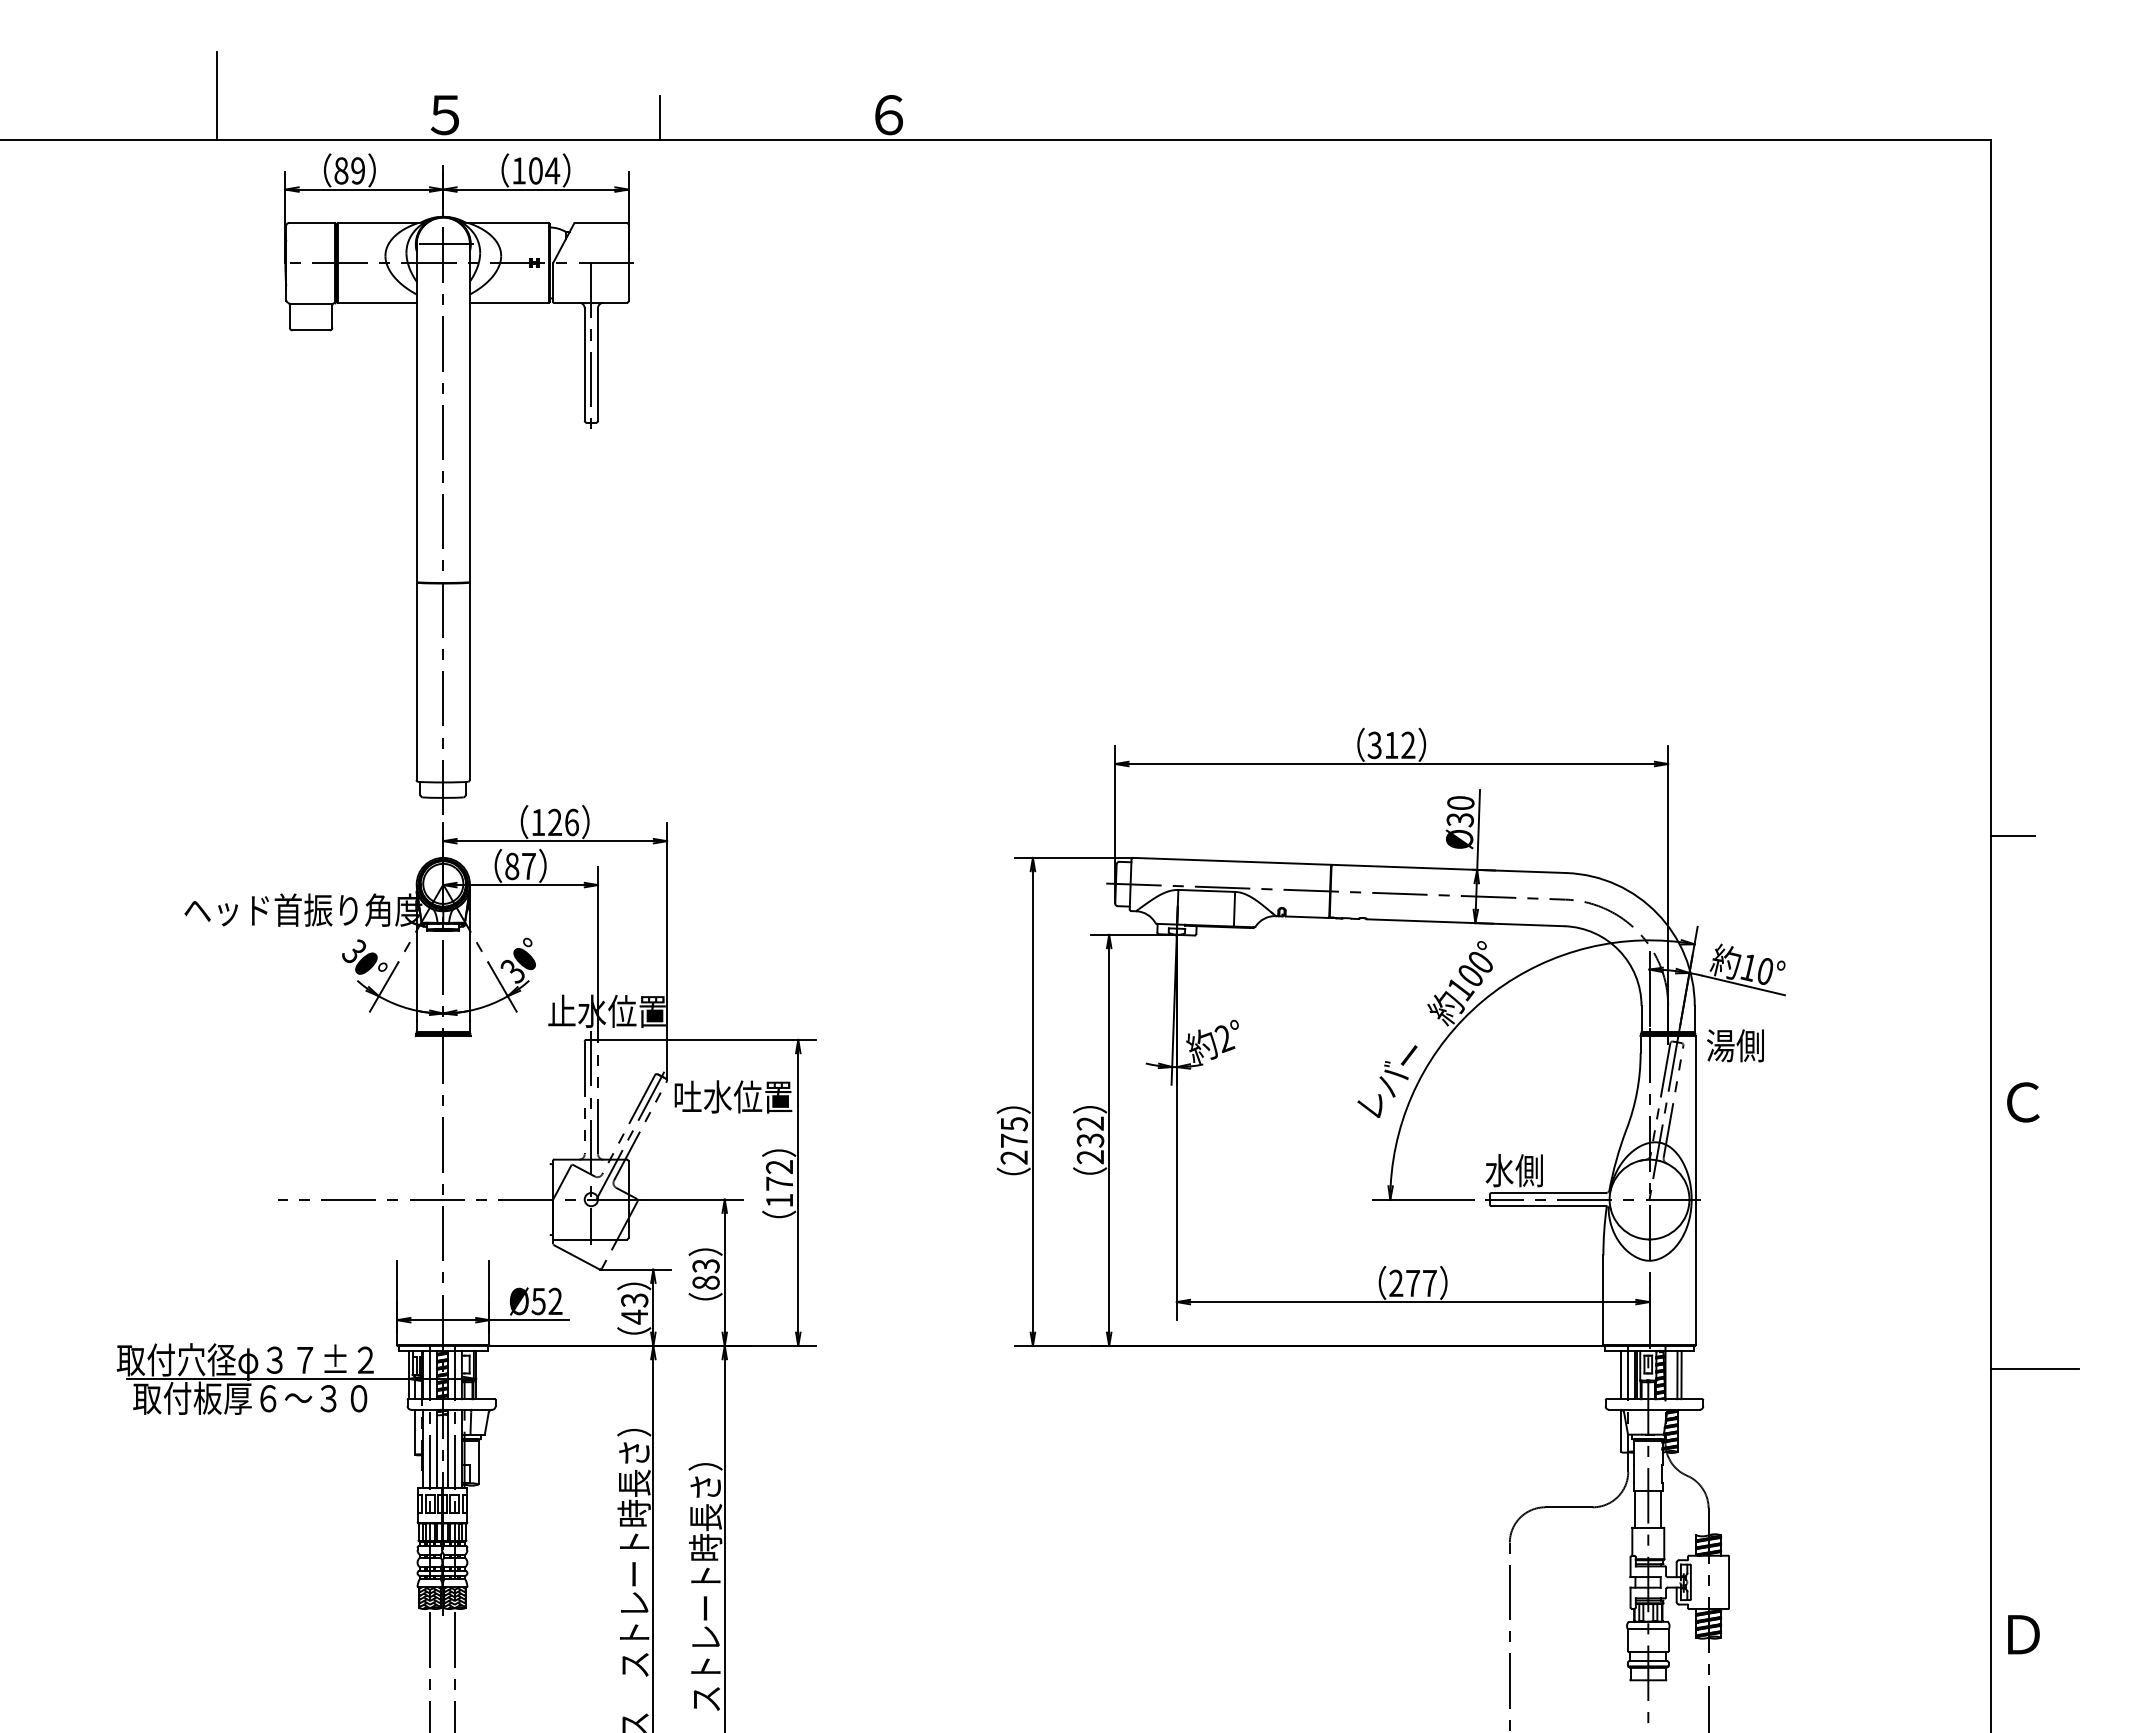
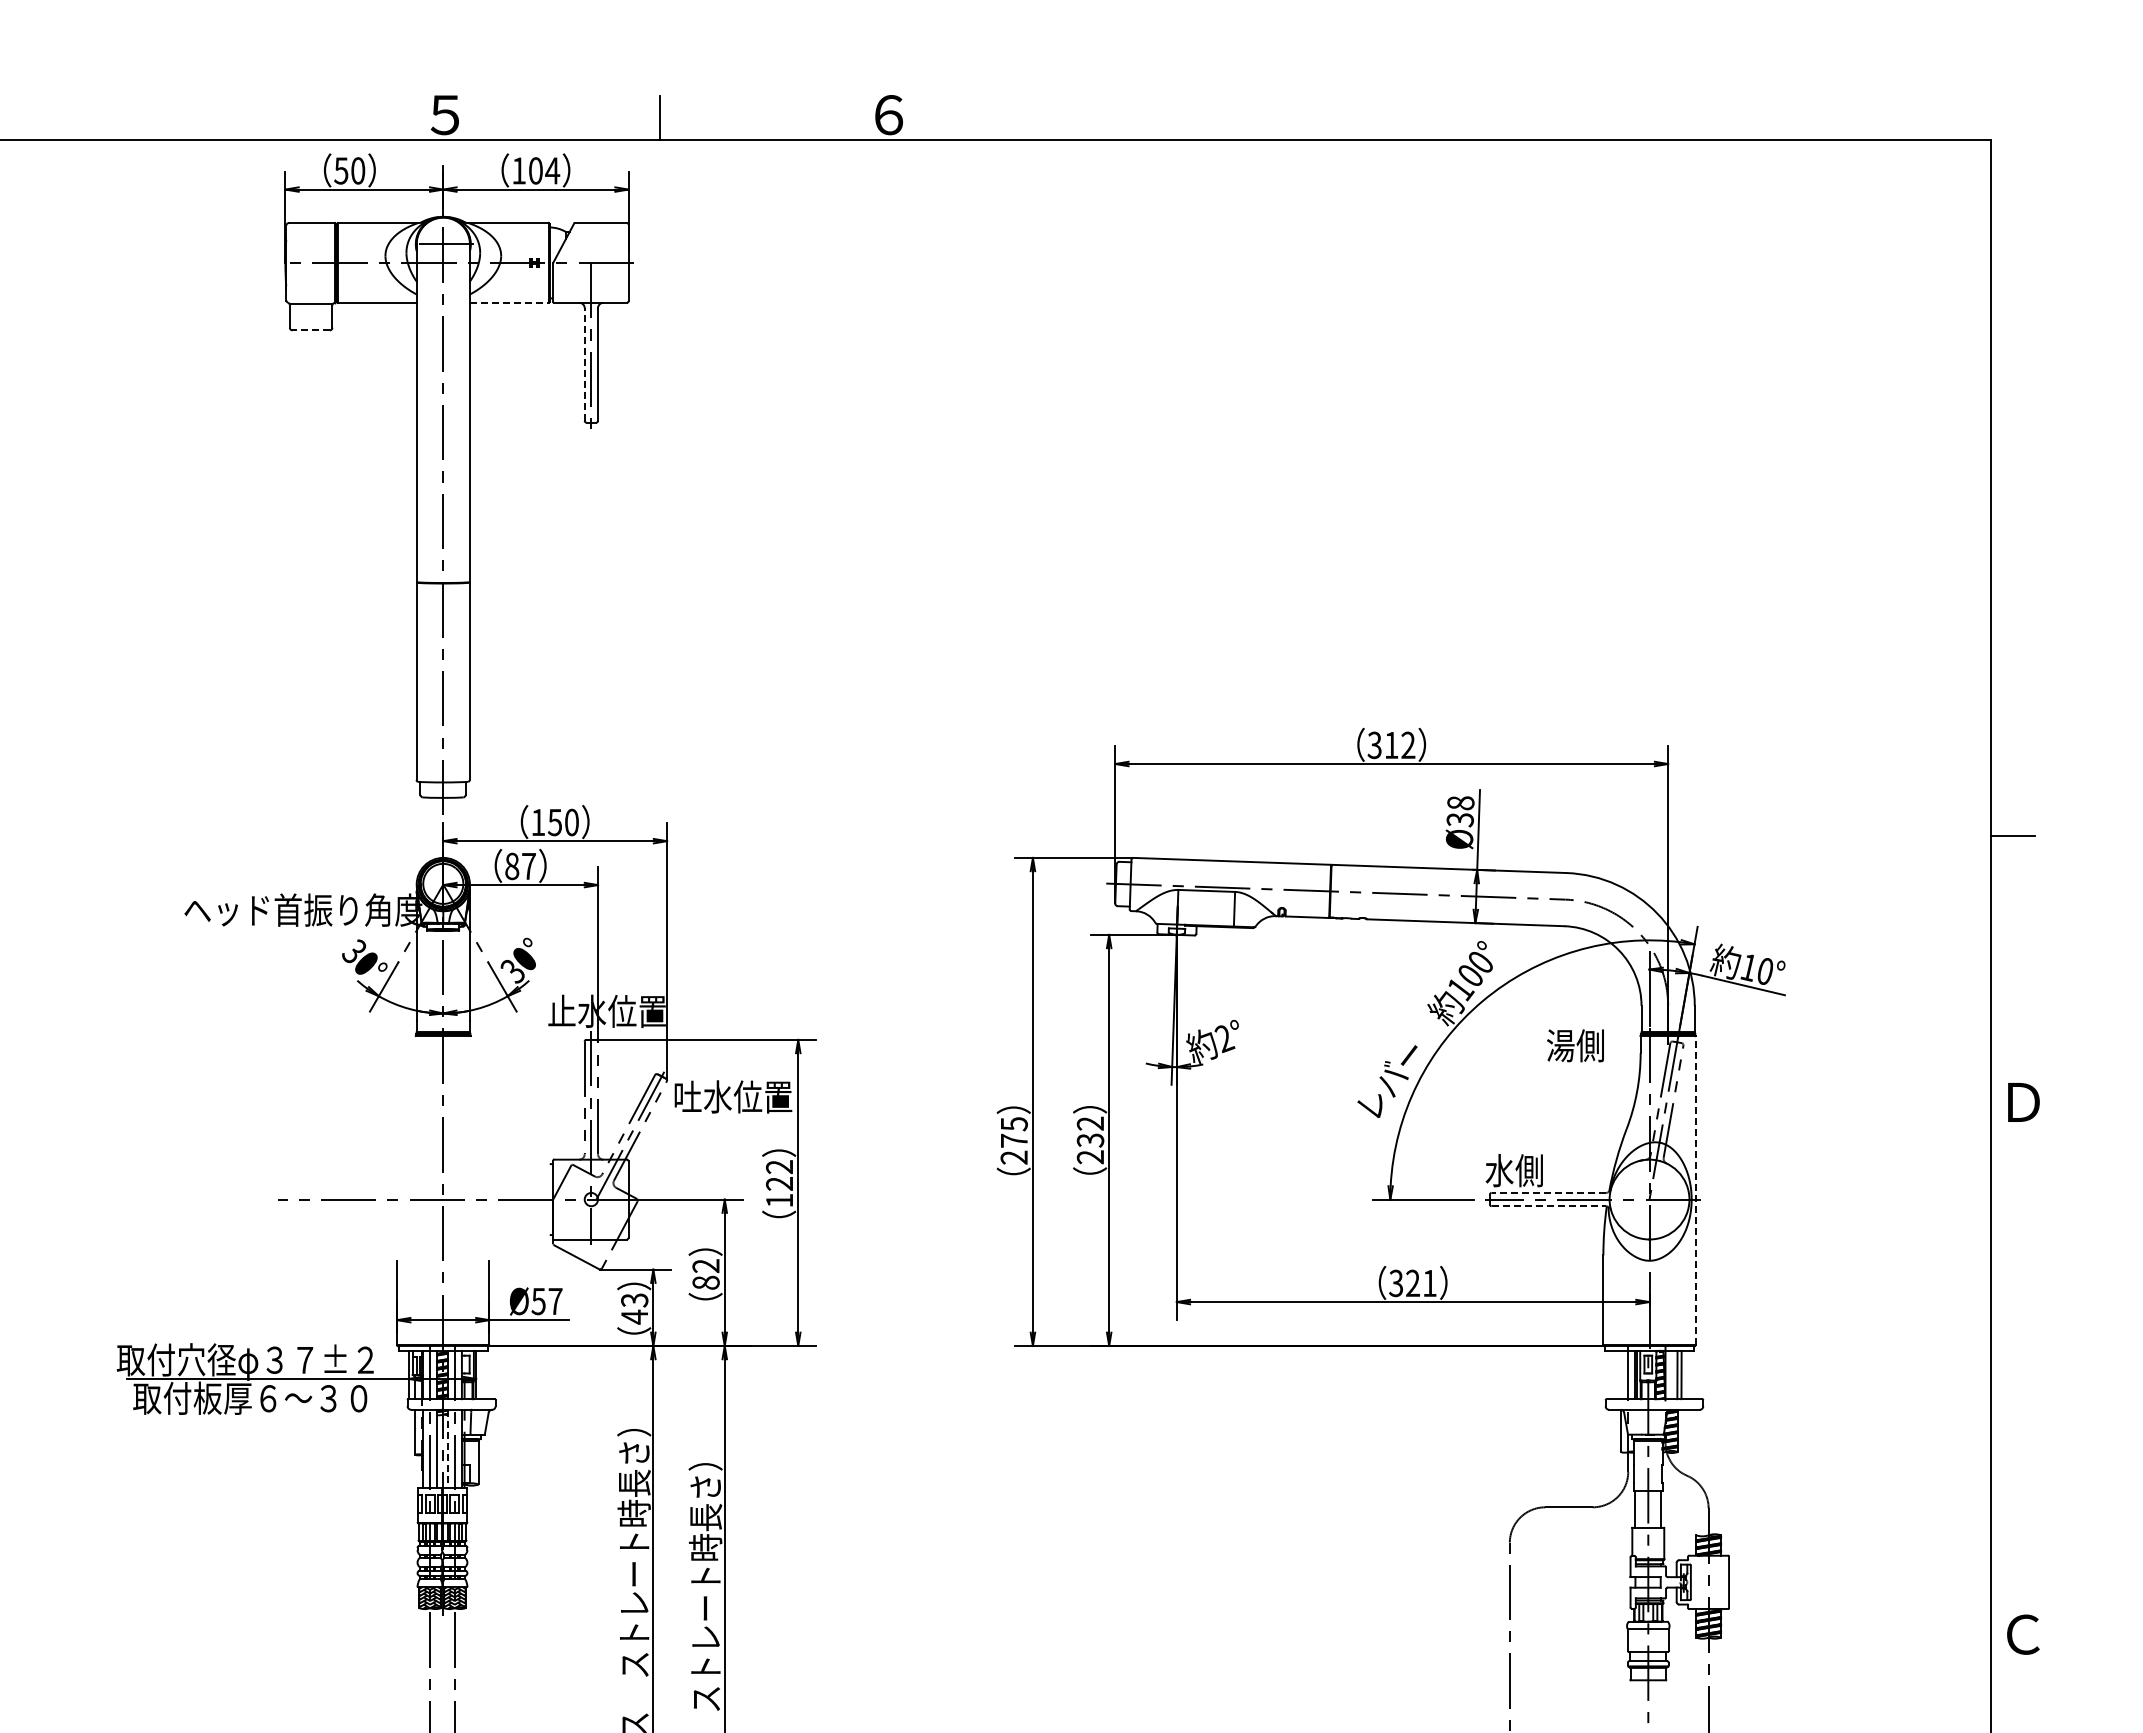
line at (216, 96): present -> none
text at (349, 170): 89 -> 50
line at (509, 302): solid -> dashed
line at (310, 330): solid -> dashed
line at (584, 364): solid -> dashed
text at (1460, 803): Ø30 -> Ø38
text at (562, 822): 126 -> 150
text at (1735, 1045) position: (1735, 1045) -> (1575, 1045)
text at (2023, 1102): Ｃ -> Ｄ
text at (778, 1183): 172 -> 122
line at (1695, 1190): solid -> dashed
line at (1548, 1192): solid -> dashed
line at (1549, 1206): solid -> dashed
text at (705, 1266): 83 -> 82
text at (1412, 1283): 277 -> 321
text at (555, 1300): Ø52 -> Ø57
line at (2034, 1368): present -> none
line at (1621, 1374): present -> none
line at (447, 1449): solid -> dashed
text at (2023, 1634): Ｄ -> Ｃ
